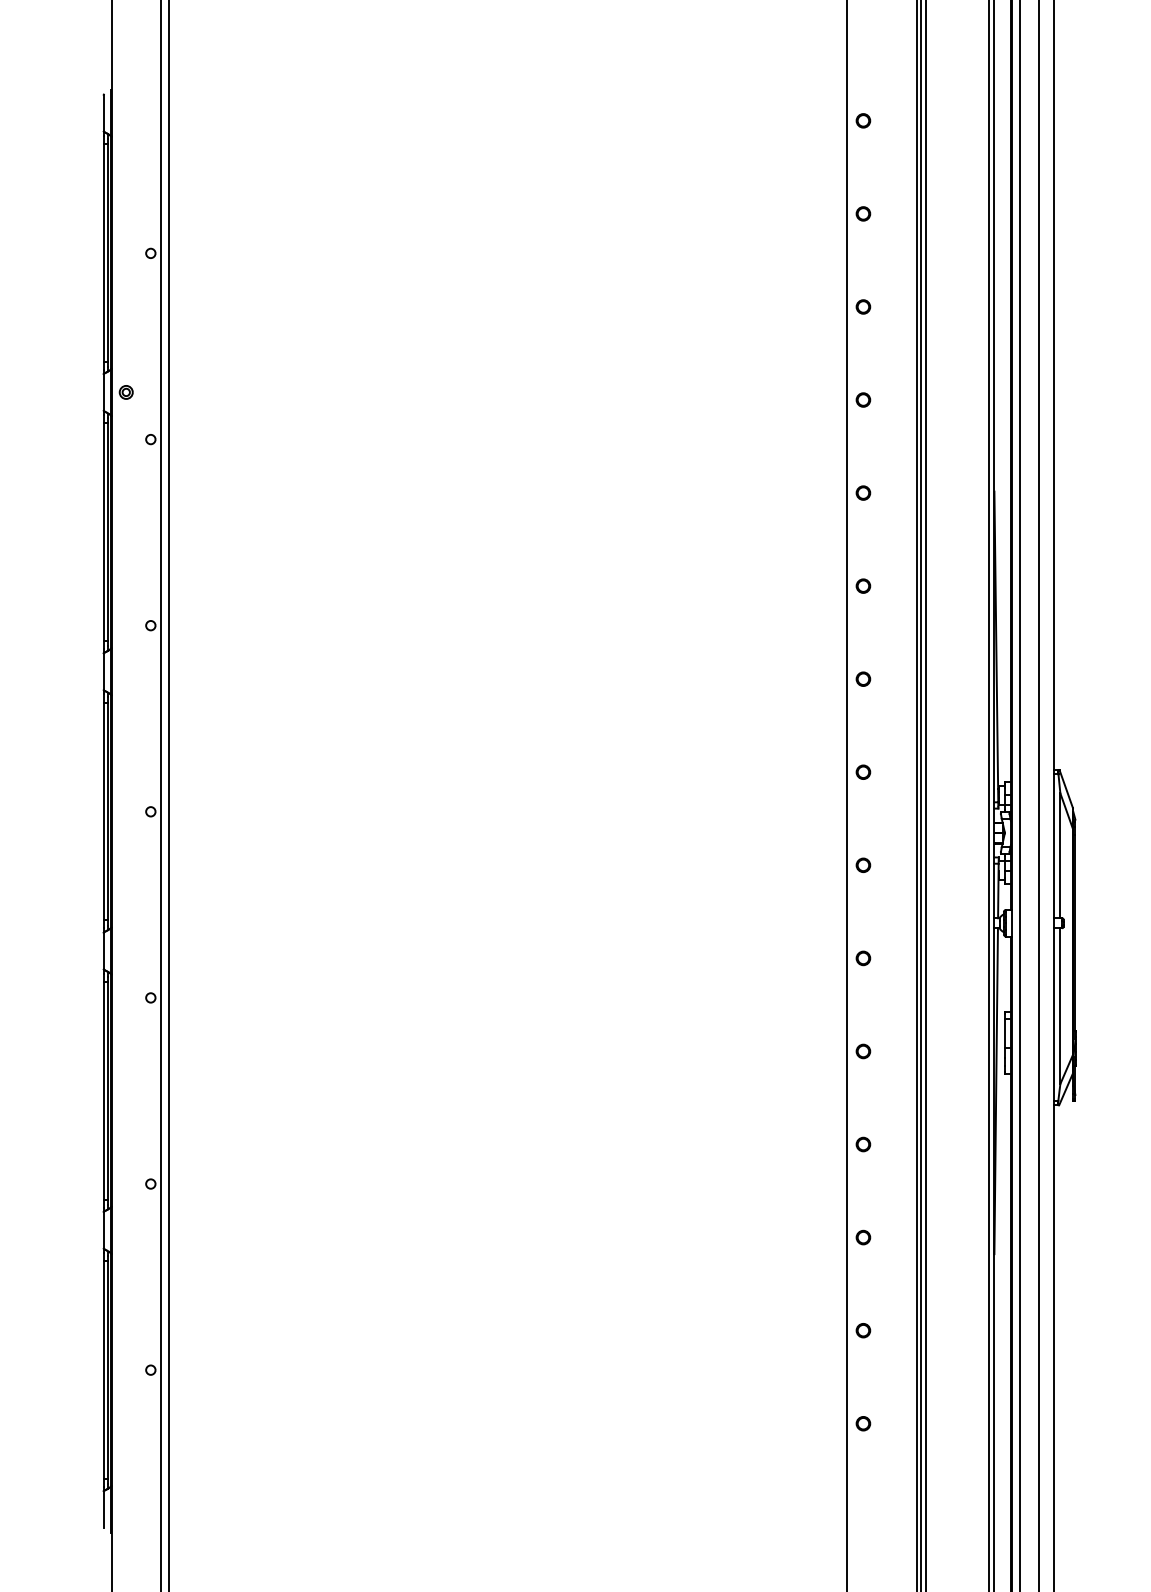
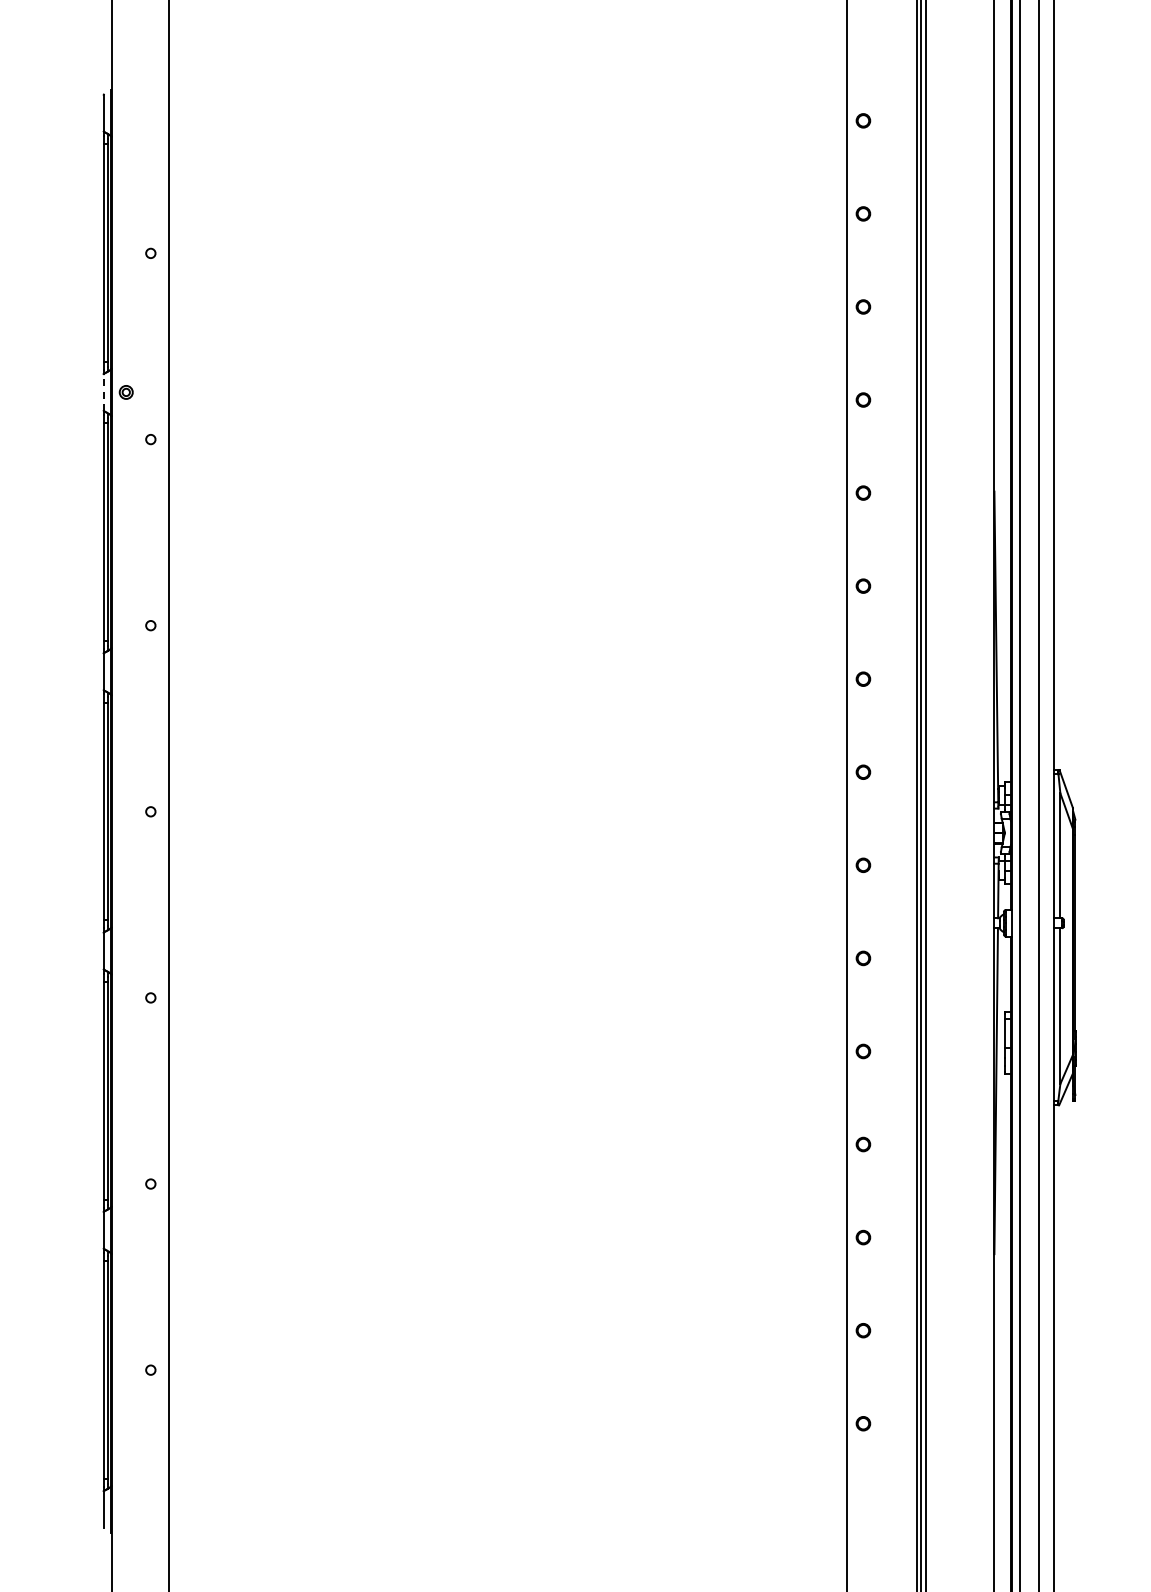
line at (103, 391): solid -> dashed
line at (161, 795): present -> none
line at (989, 795): present -> none
